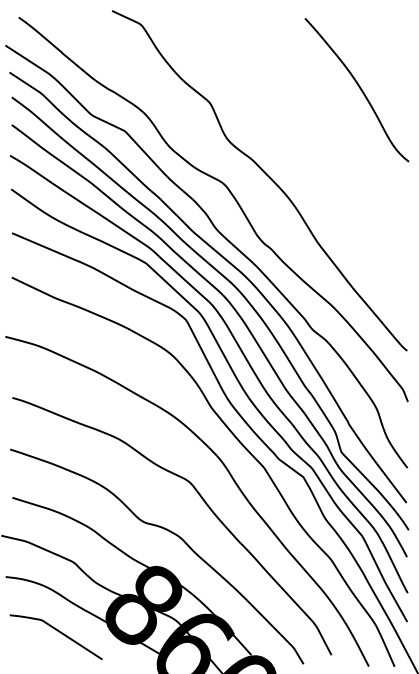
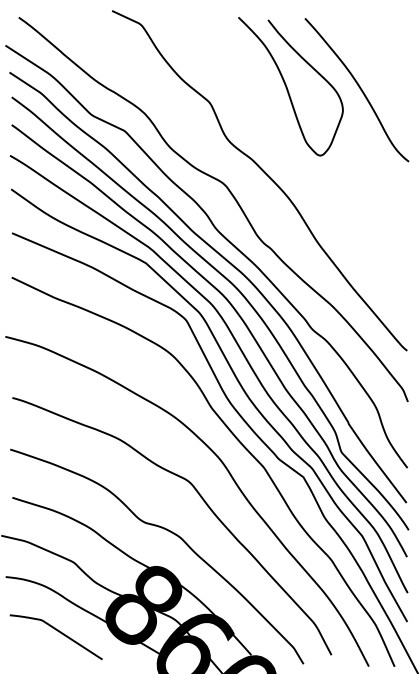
curve at (287, 86): none -> present
